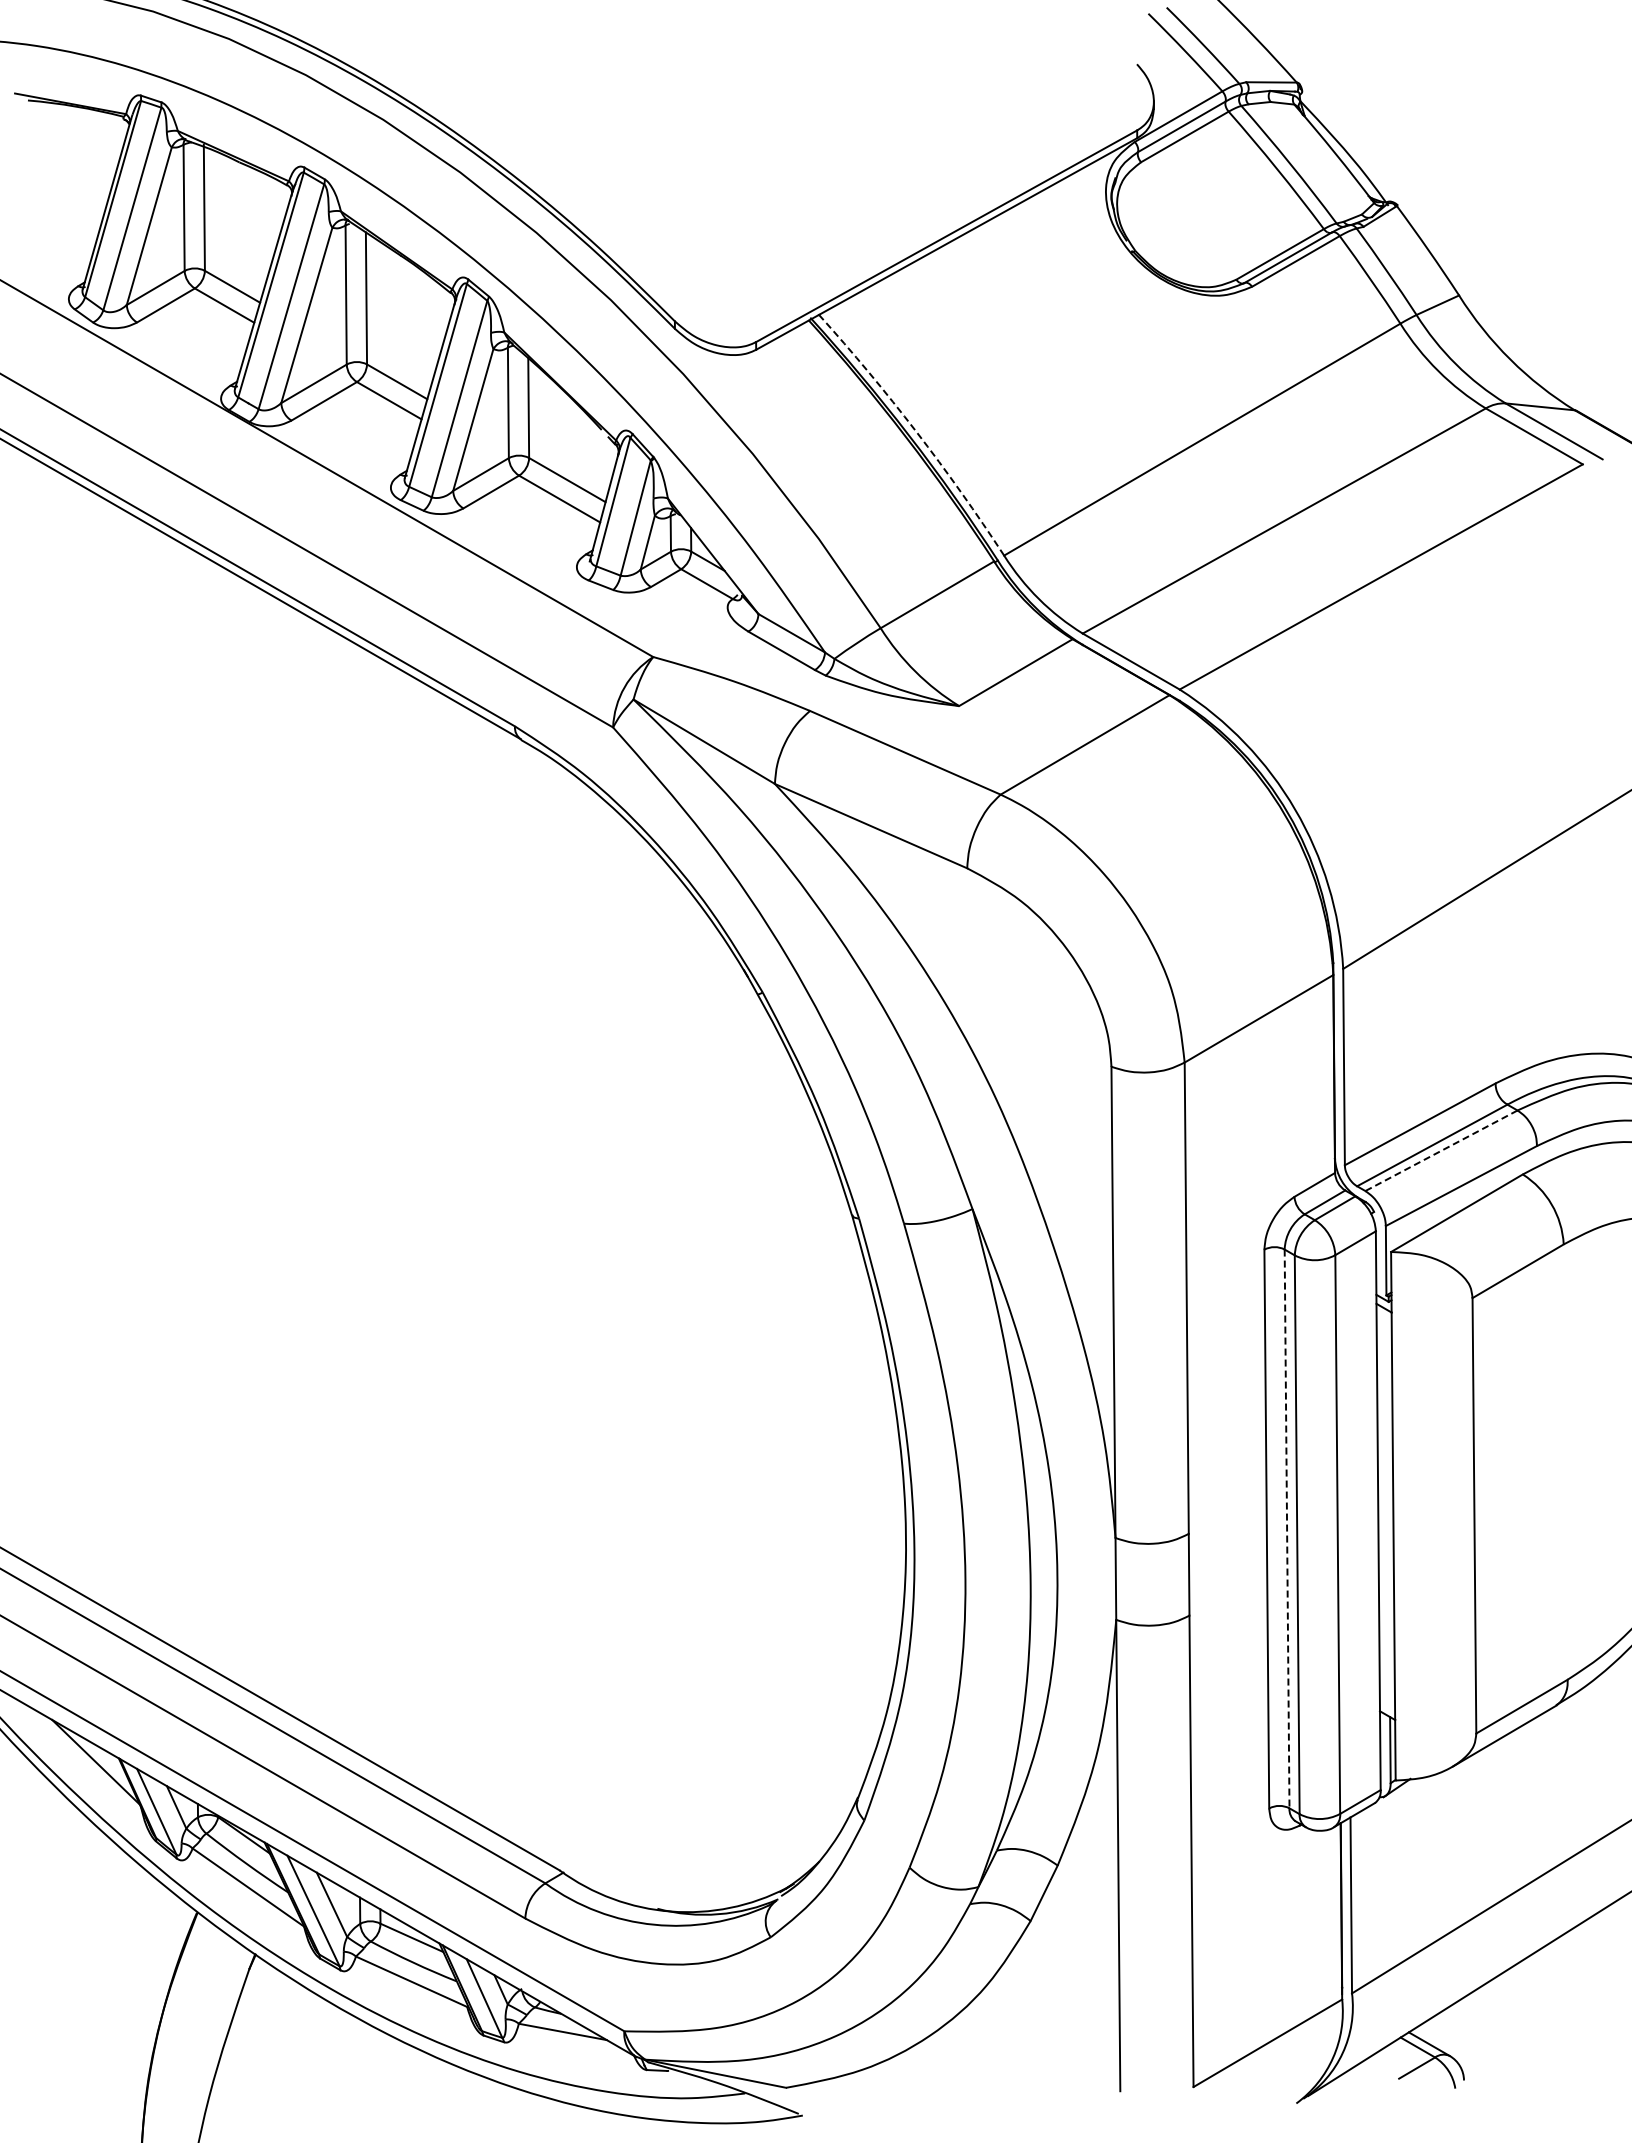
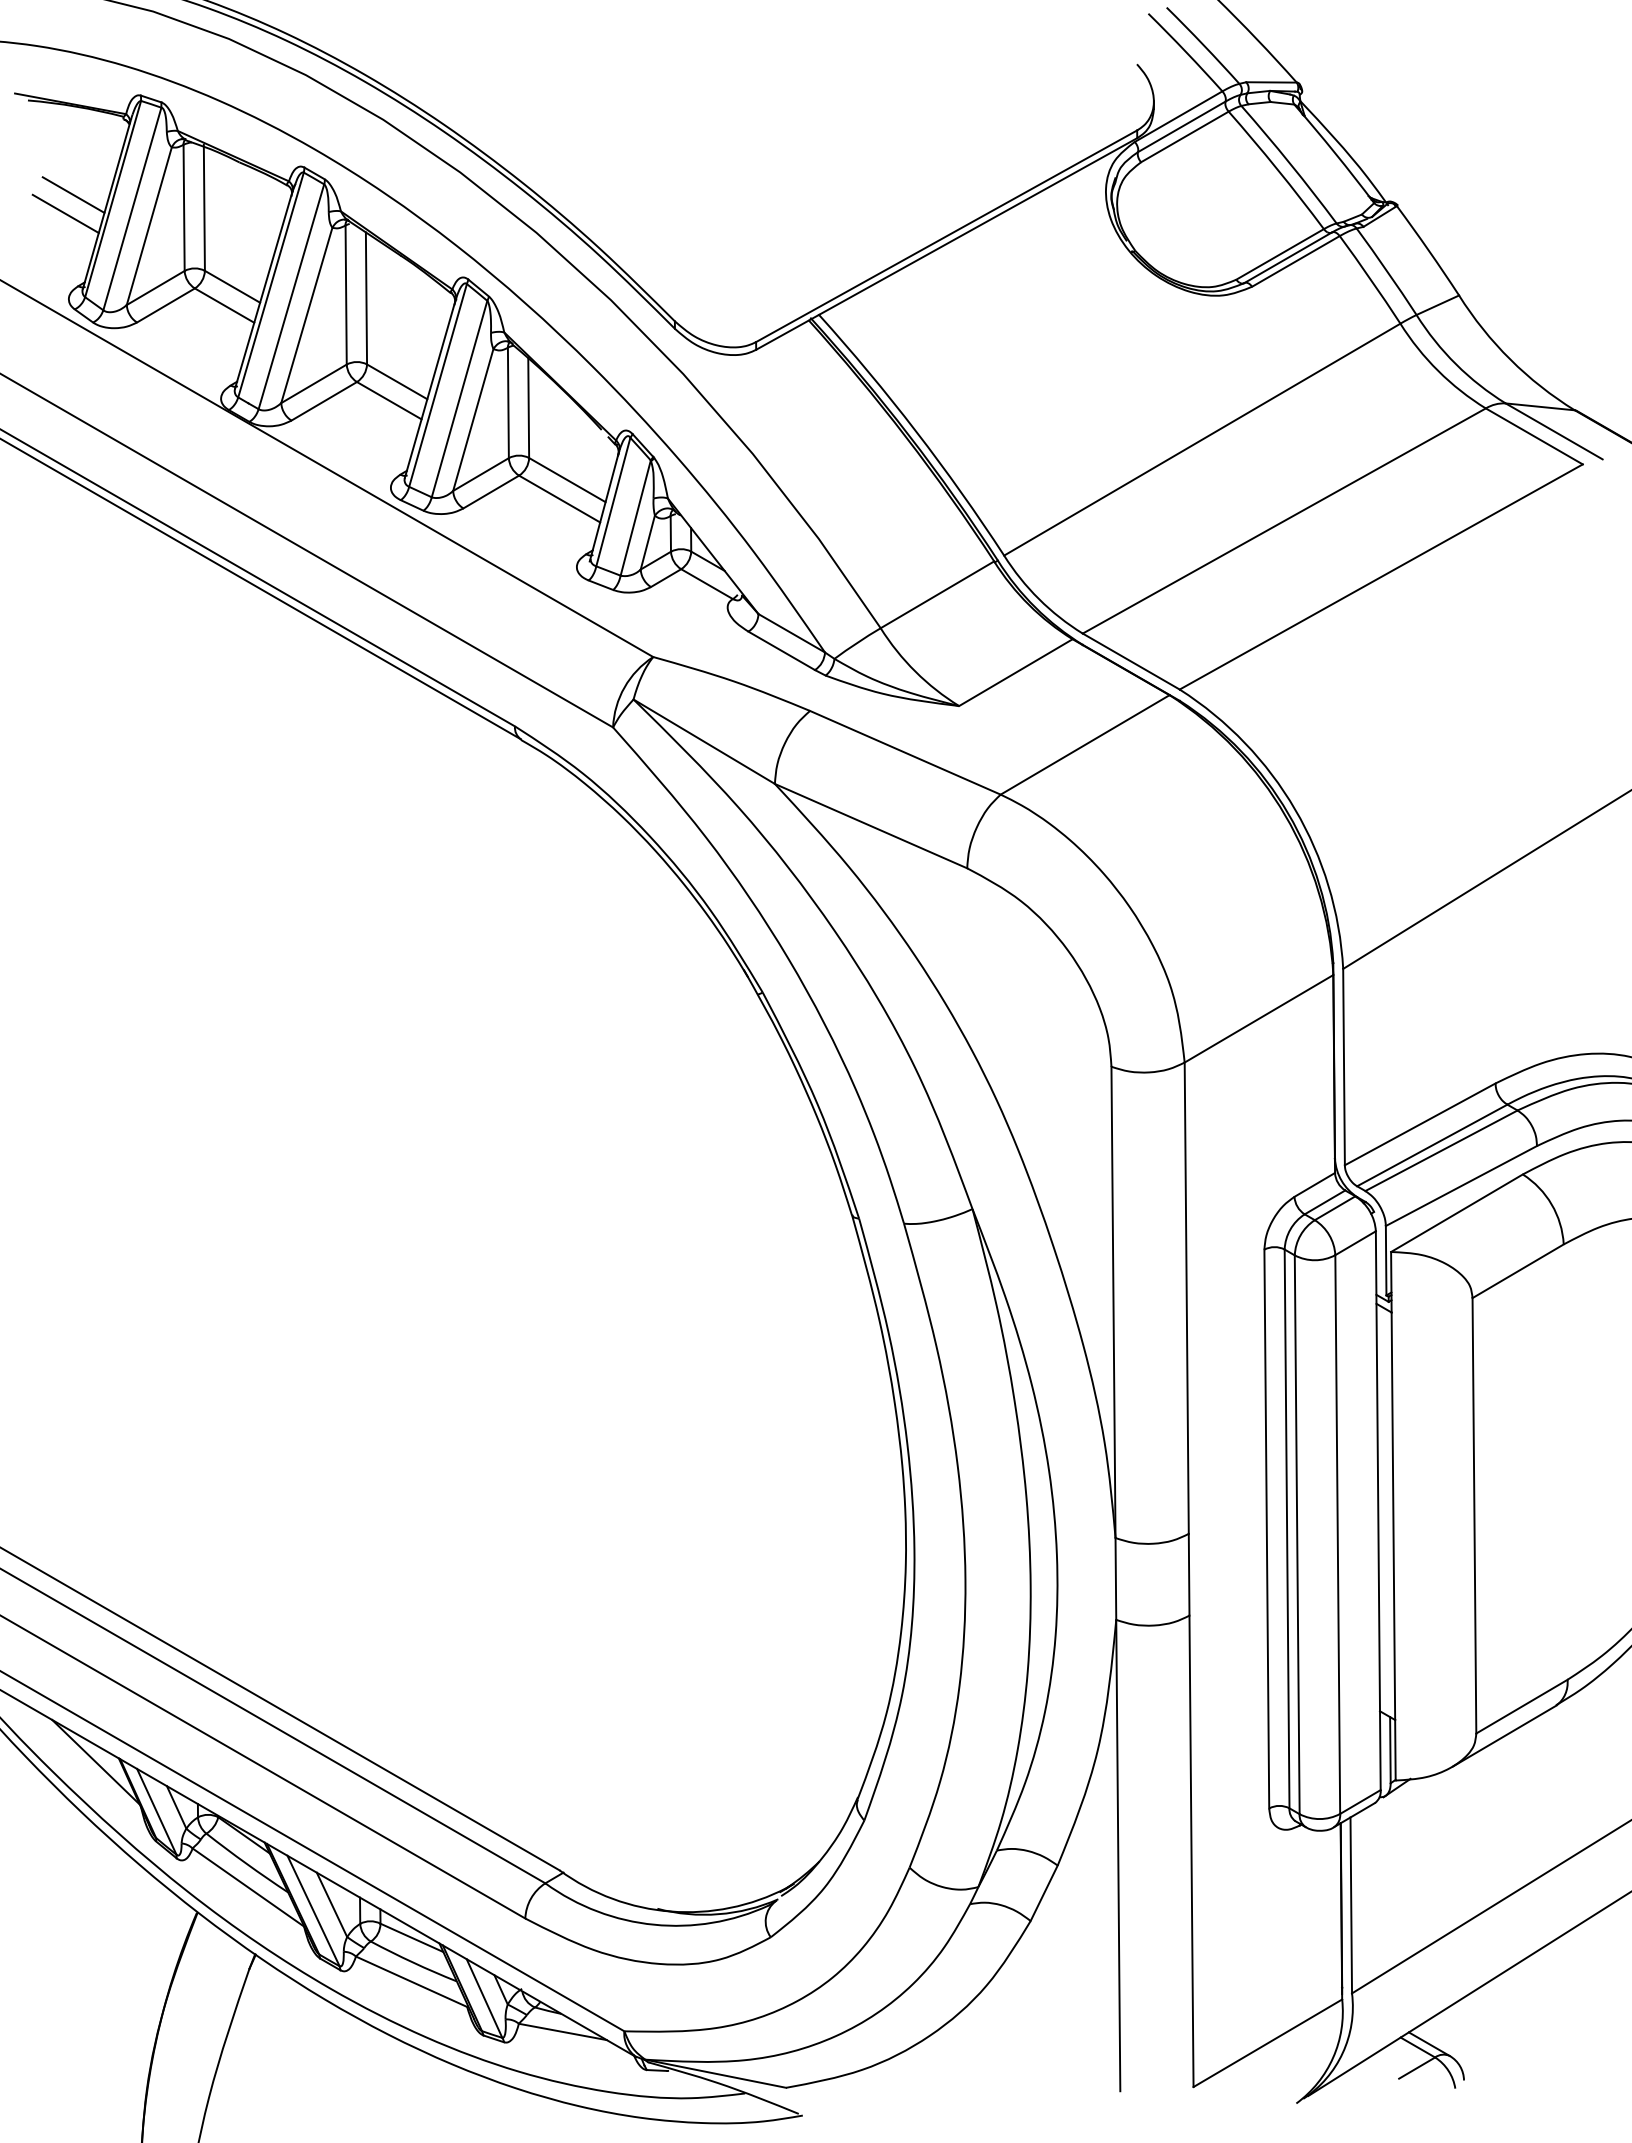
line at (73, 194): none -> present
line at (65, 213): none -> present
arc at (916, 431): dashed -> solid
line at (1441, 1151): dashed -> solid
line at (1287, 1529): dashed -> solid
